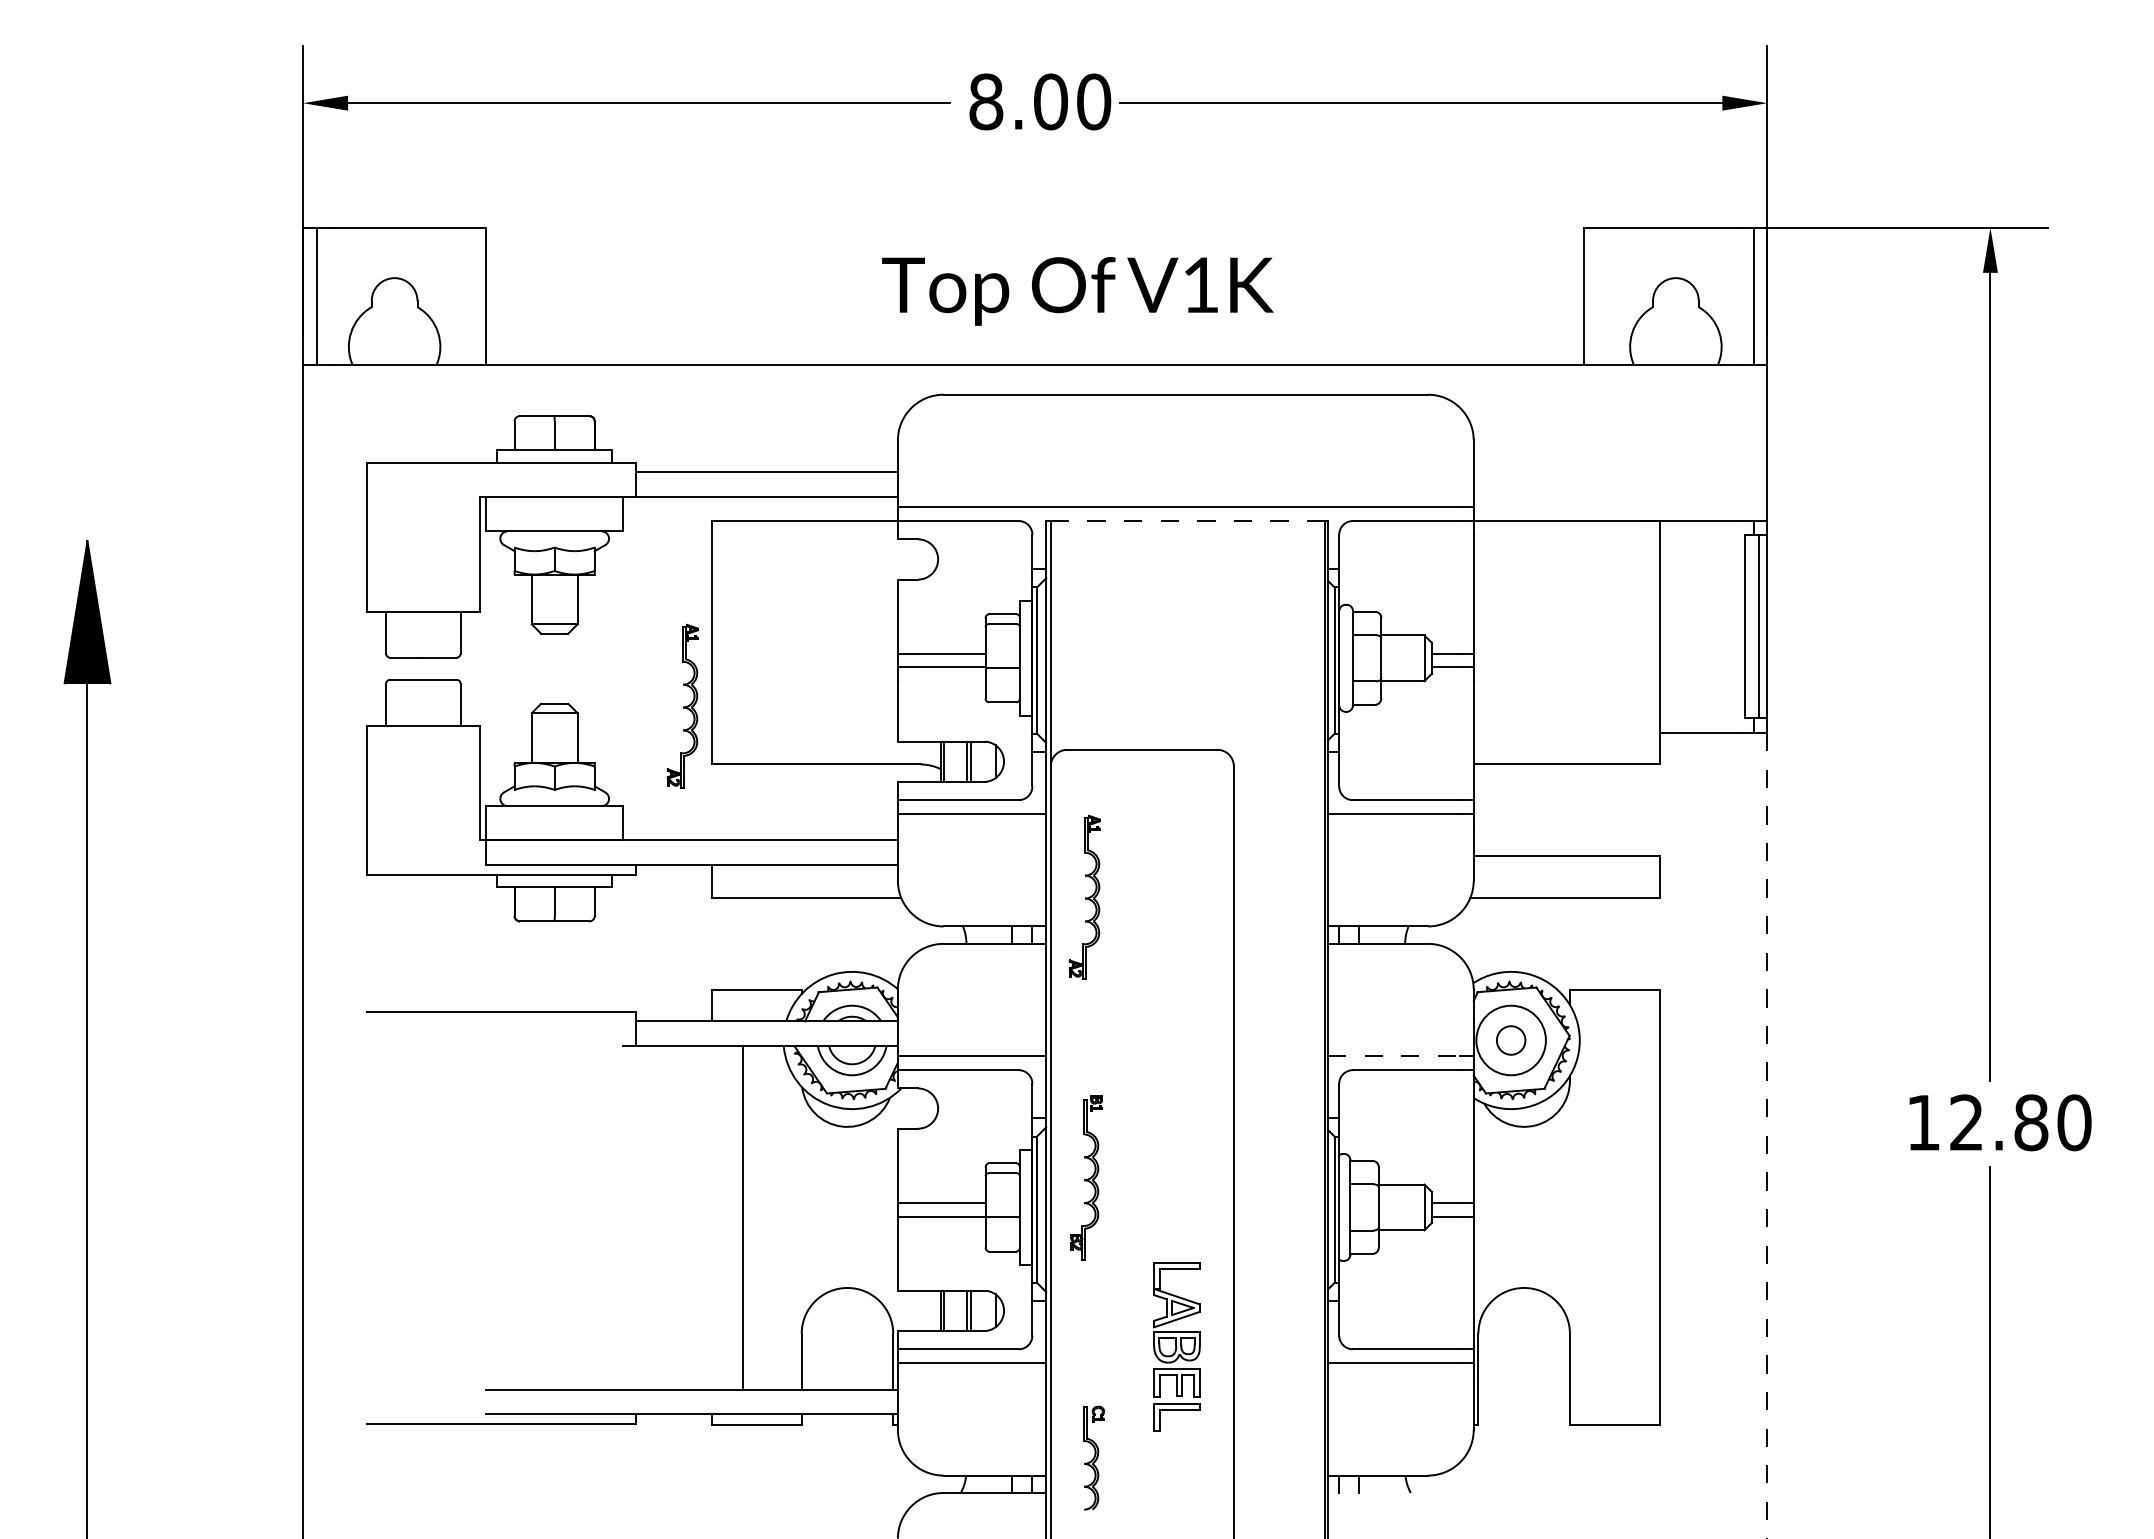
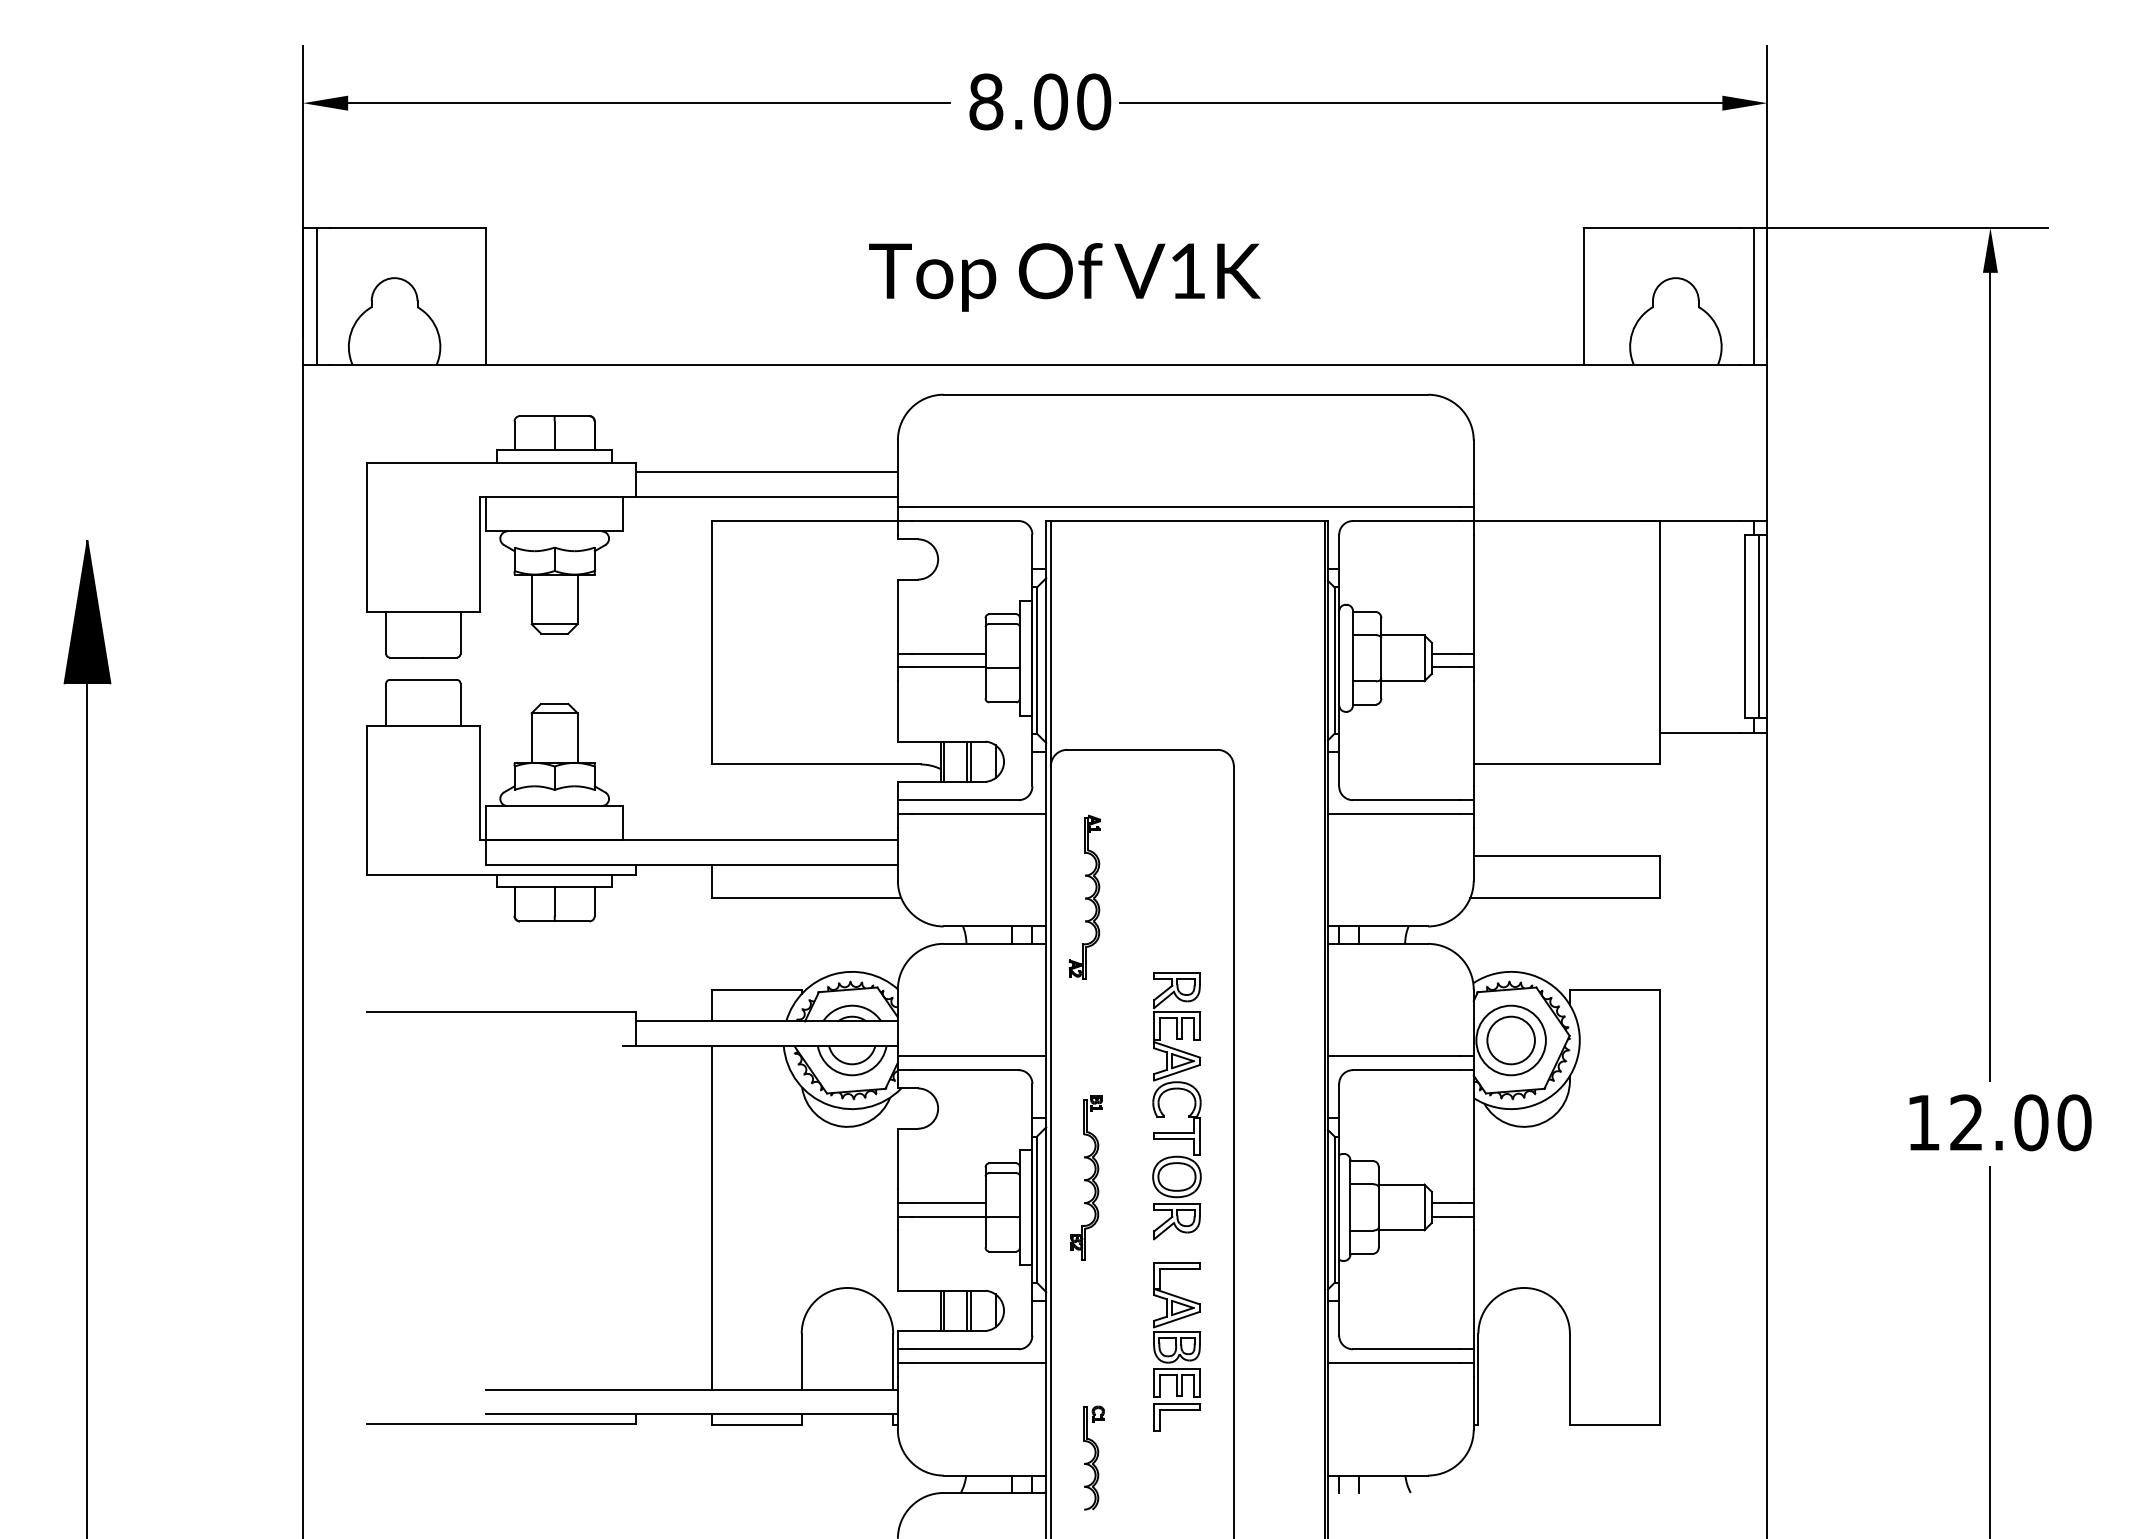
text at (1077, 291) position: (1077, 291) -> (1064, 277)
line at (1187, 521): dashed -> solid
part at (682, 705): present -> none
circle at (1510, 1040) diameter: 29 px -> 48 px
line at (1394, 1056): dashed -> solid
part at (1163, 1113): none -> present
text at (2031, 1122): 12.80 -> 12.00
line at (1767, 1135): dashed -> solid
line at (743, 1217) position: (743, 1217) -> (712, 1217)
